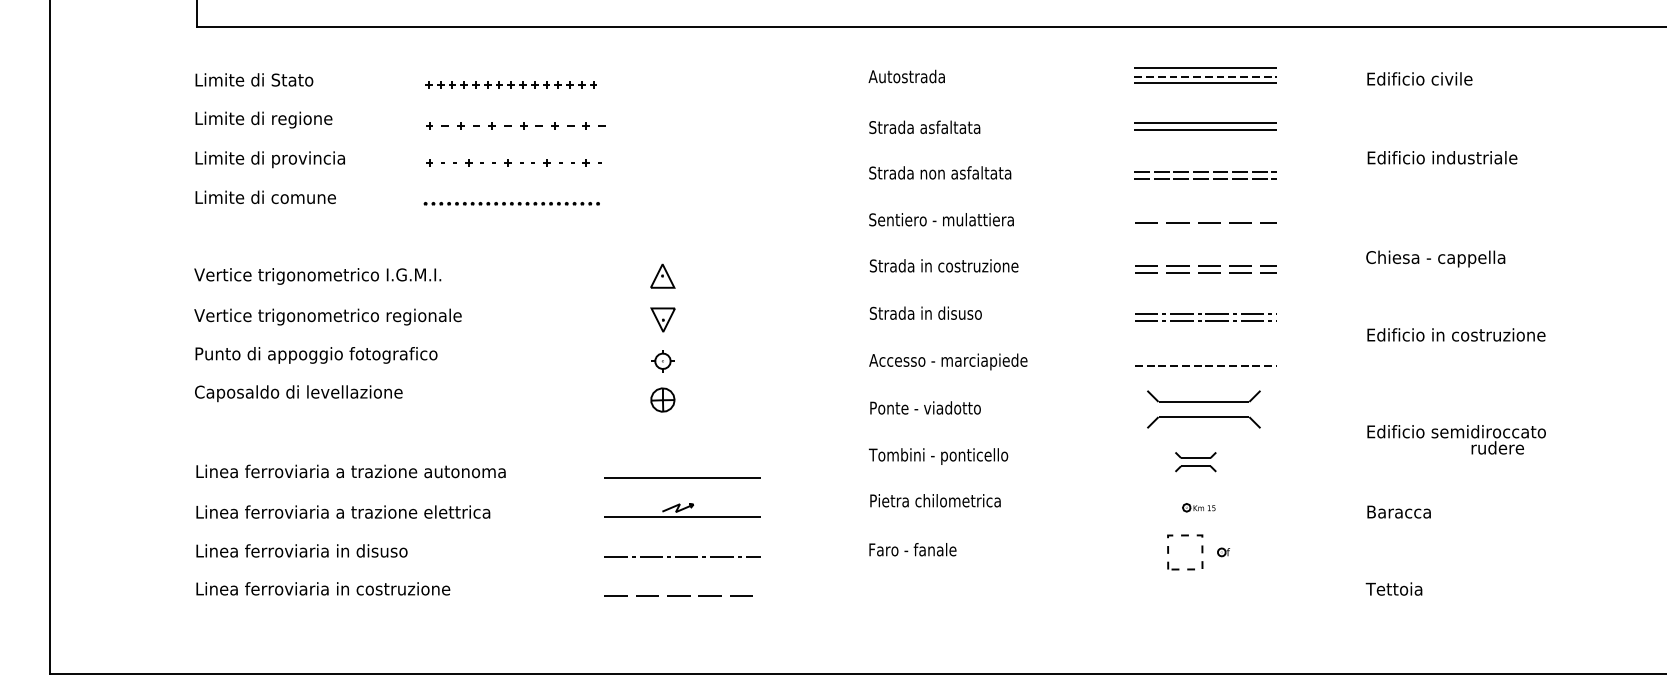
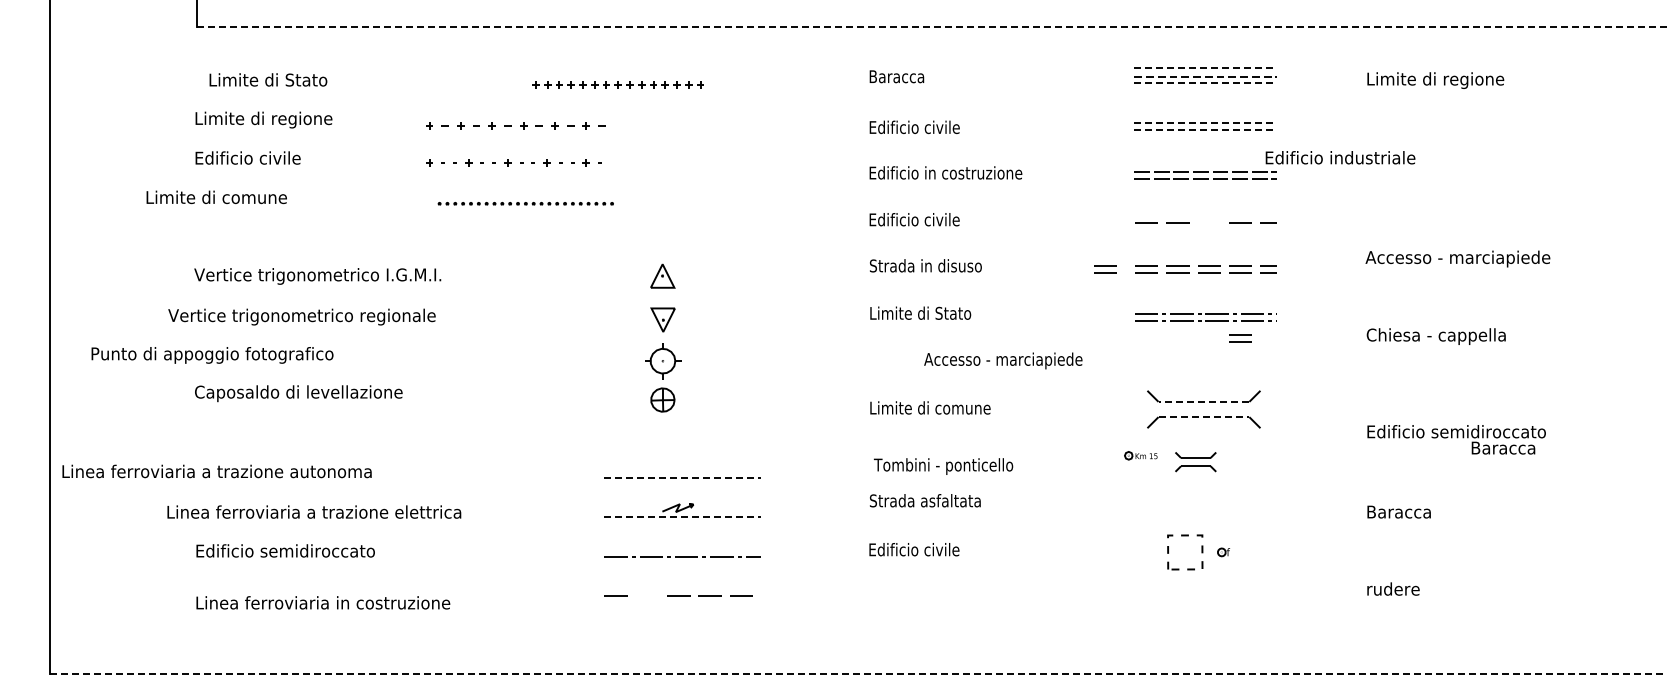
line at (931, 27): solid -> dashed
line at (1205, 68): solid -> dashed
text at (906, 76): Autostrada -> Baracca
text at (254, 79) position: (254, 79) -> (268, 79)
text at (1436, 80): Edificio civile -> Limite di regione
line at (1205, 83): solid -> dashed
part at (510, 84) position: (510, 84) -> (617, 84)
line at (1205, 123): solid -> dashed
text at (924, 127): Strada asfaltata -> Edificio civile
line at (1205, 130): solid -> dashed
text at (1442, 157) position: (1442, 157) -> (1340, 157)
text at (270, 159): Limite di provincia -> Edificio civile
text at (945, 172): Strada non asfaltata -> Edificio in costruzione
text at (265, 197) position: (265, 197) -> (216, 197)
part at (511, 203) position: (511, 203) -> (525, 203)
text at (941, 219): Sentiero - mulattiera -> Edificio civile
line at (1209, 222): present -> none
text at (1457, 258): Chiesa - cappella -> Accesso - marciapiede
text at (978, 265): Strada in costruzione -> Strada in disuso
part at (1105, 269): none -> present
text at (925, 312): Strada in disuso -> Limite di Stato
text at (327, 316) position: (327, 316) -> (301, 316)
text at (1455, 336): Edificio in costruzione -> Chiesa - cappella
part at (1240, 338): none -> present
text at (316, 355) position: (316, 355) -> (212, 355)
part at (662, 361) size: 24x23 px -> 37x37 px
text at (948, 361) position: (948, 361) -> (1003, 360)
line at (1205, 365): present -> none
line at (1203, 401): solid -> dashed
text at (930, 407): Ponte - viadotto -> Limite di comune
line at (1204, 417): solid -> dashed
text at (1503, 447): rudere -> Baracca
text at (938, 456) position: (938, 456) -> (943, 466)
text at (350, 471) position: (350, 471) -> (216, 471)
line at (683, 478): solid -> dashed
text at (934, 500): Pietra chilometrica -> Strada asfaltata
part at (1198, 507) position: (1198, 507) -> (1140, 455)
text at (343, 511) position: (343, 511) -> (314, 511)
line at (683, 517): solid -> dashed
text at (914, 549): Faro - fanale -> Edificio civile
text at (302, 550): Linea ferroviaria in disuso -> Edificio semidiroccato
text at (323, 588) position: (323, 588) -> (323, 602)
text at (1393, 588): Tettoia -> rudere
line at (647, 595): present -> none
line at (858, 674): solid -> dashed
